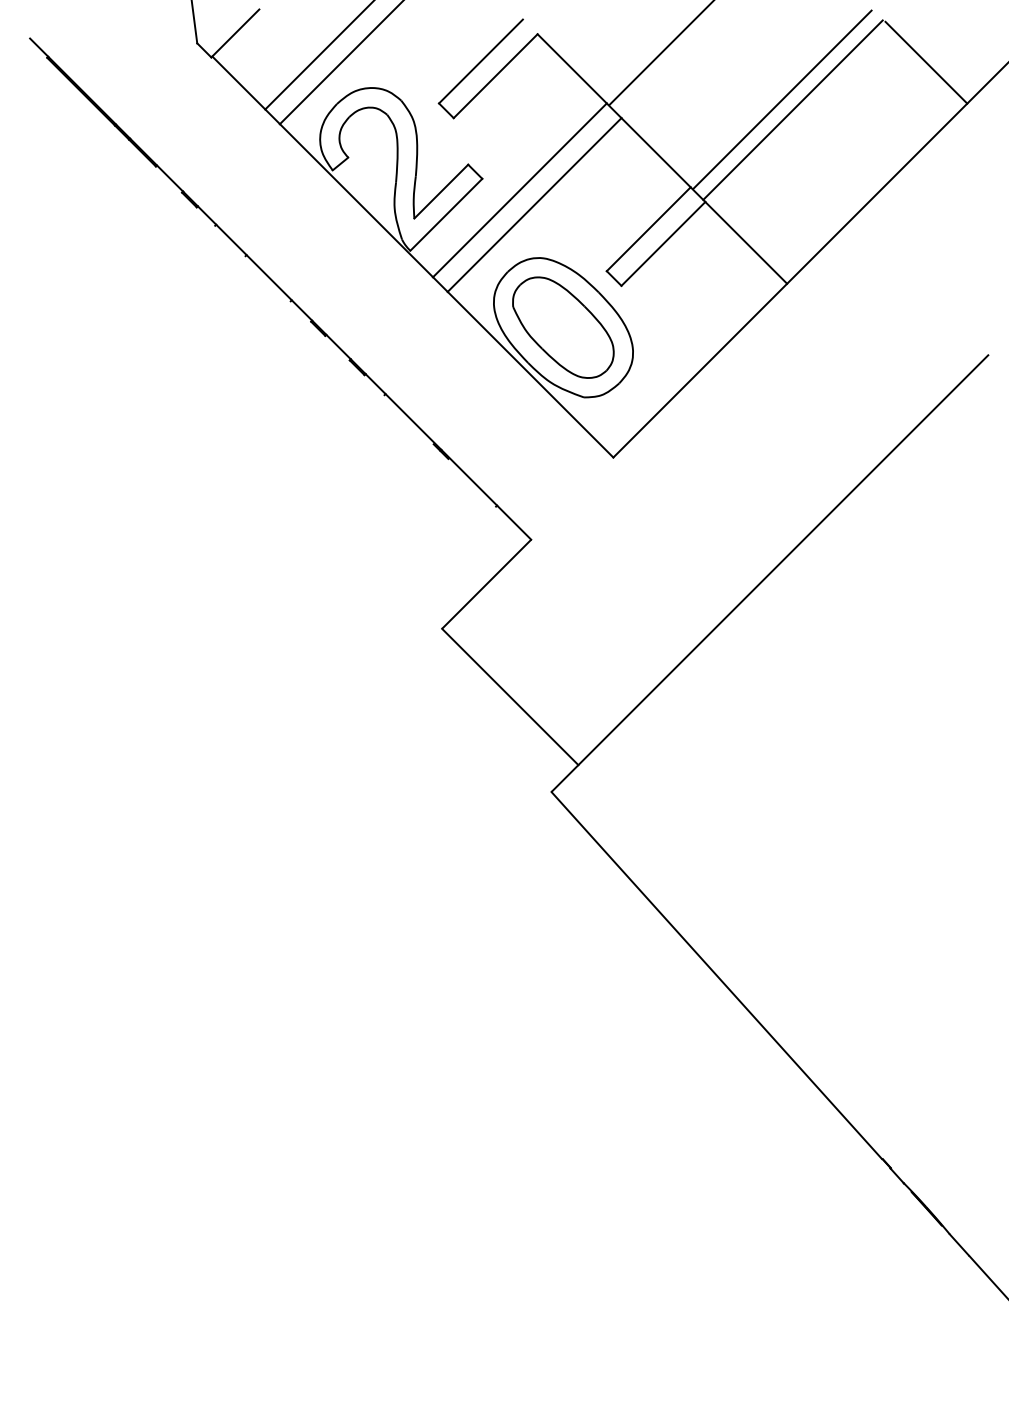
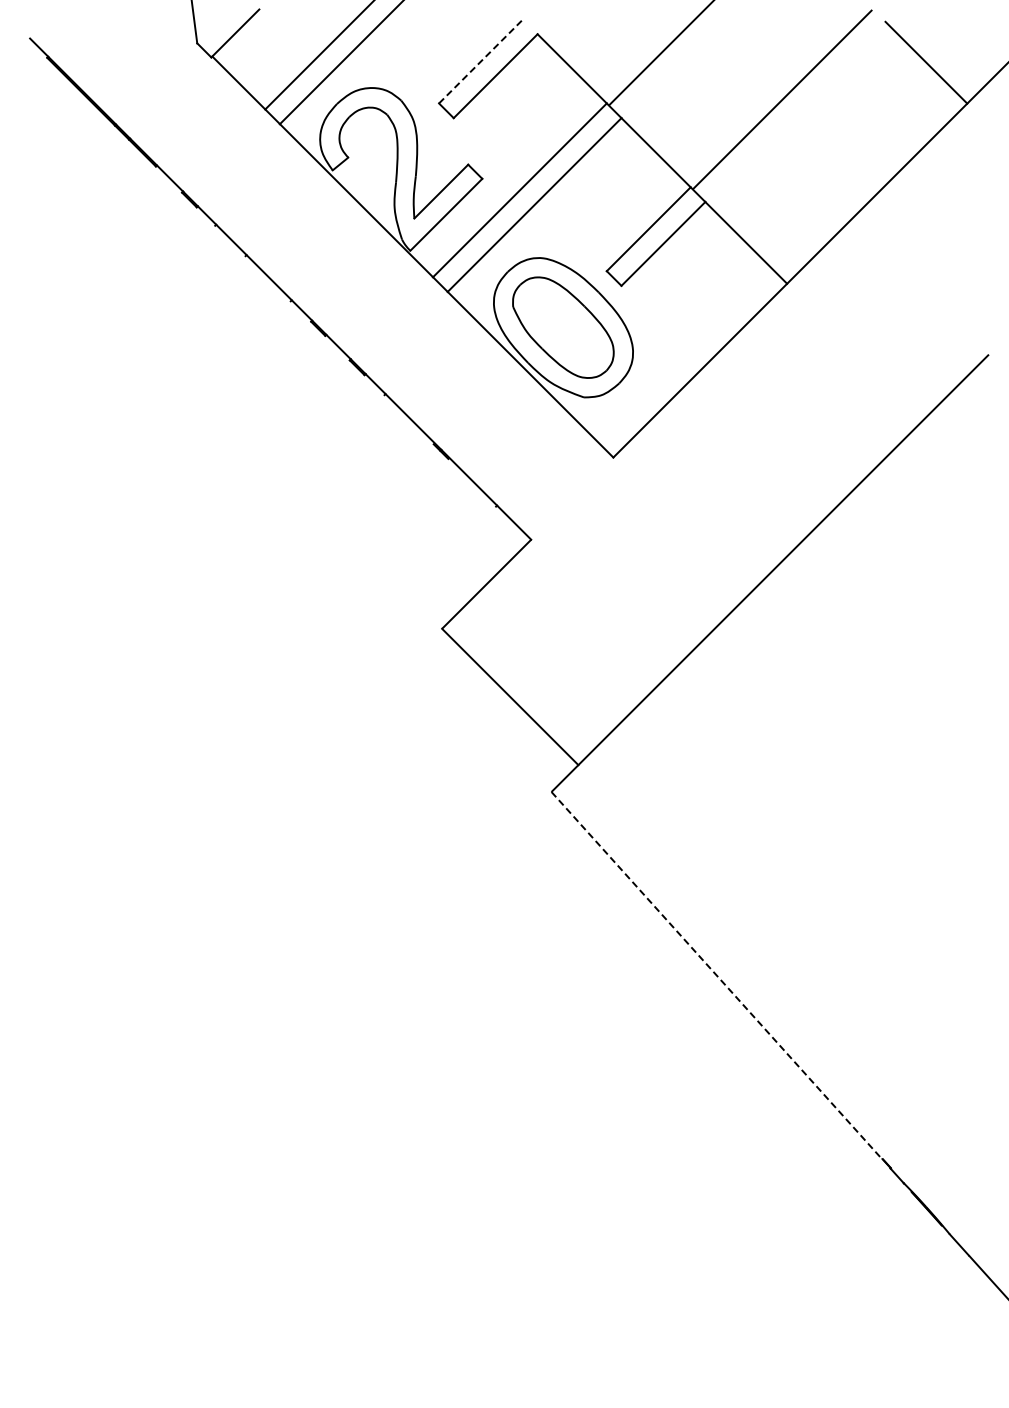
line at (481, 61): solid -> dashed
line at (792, 109): present -> none
line at (716, 975): solid -> dashed
